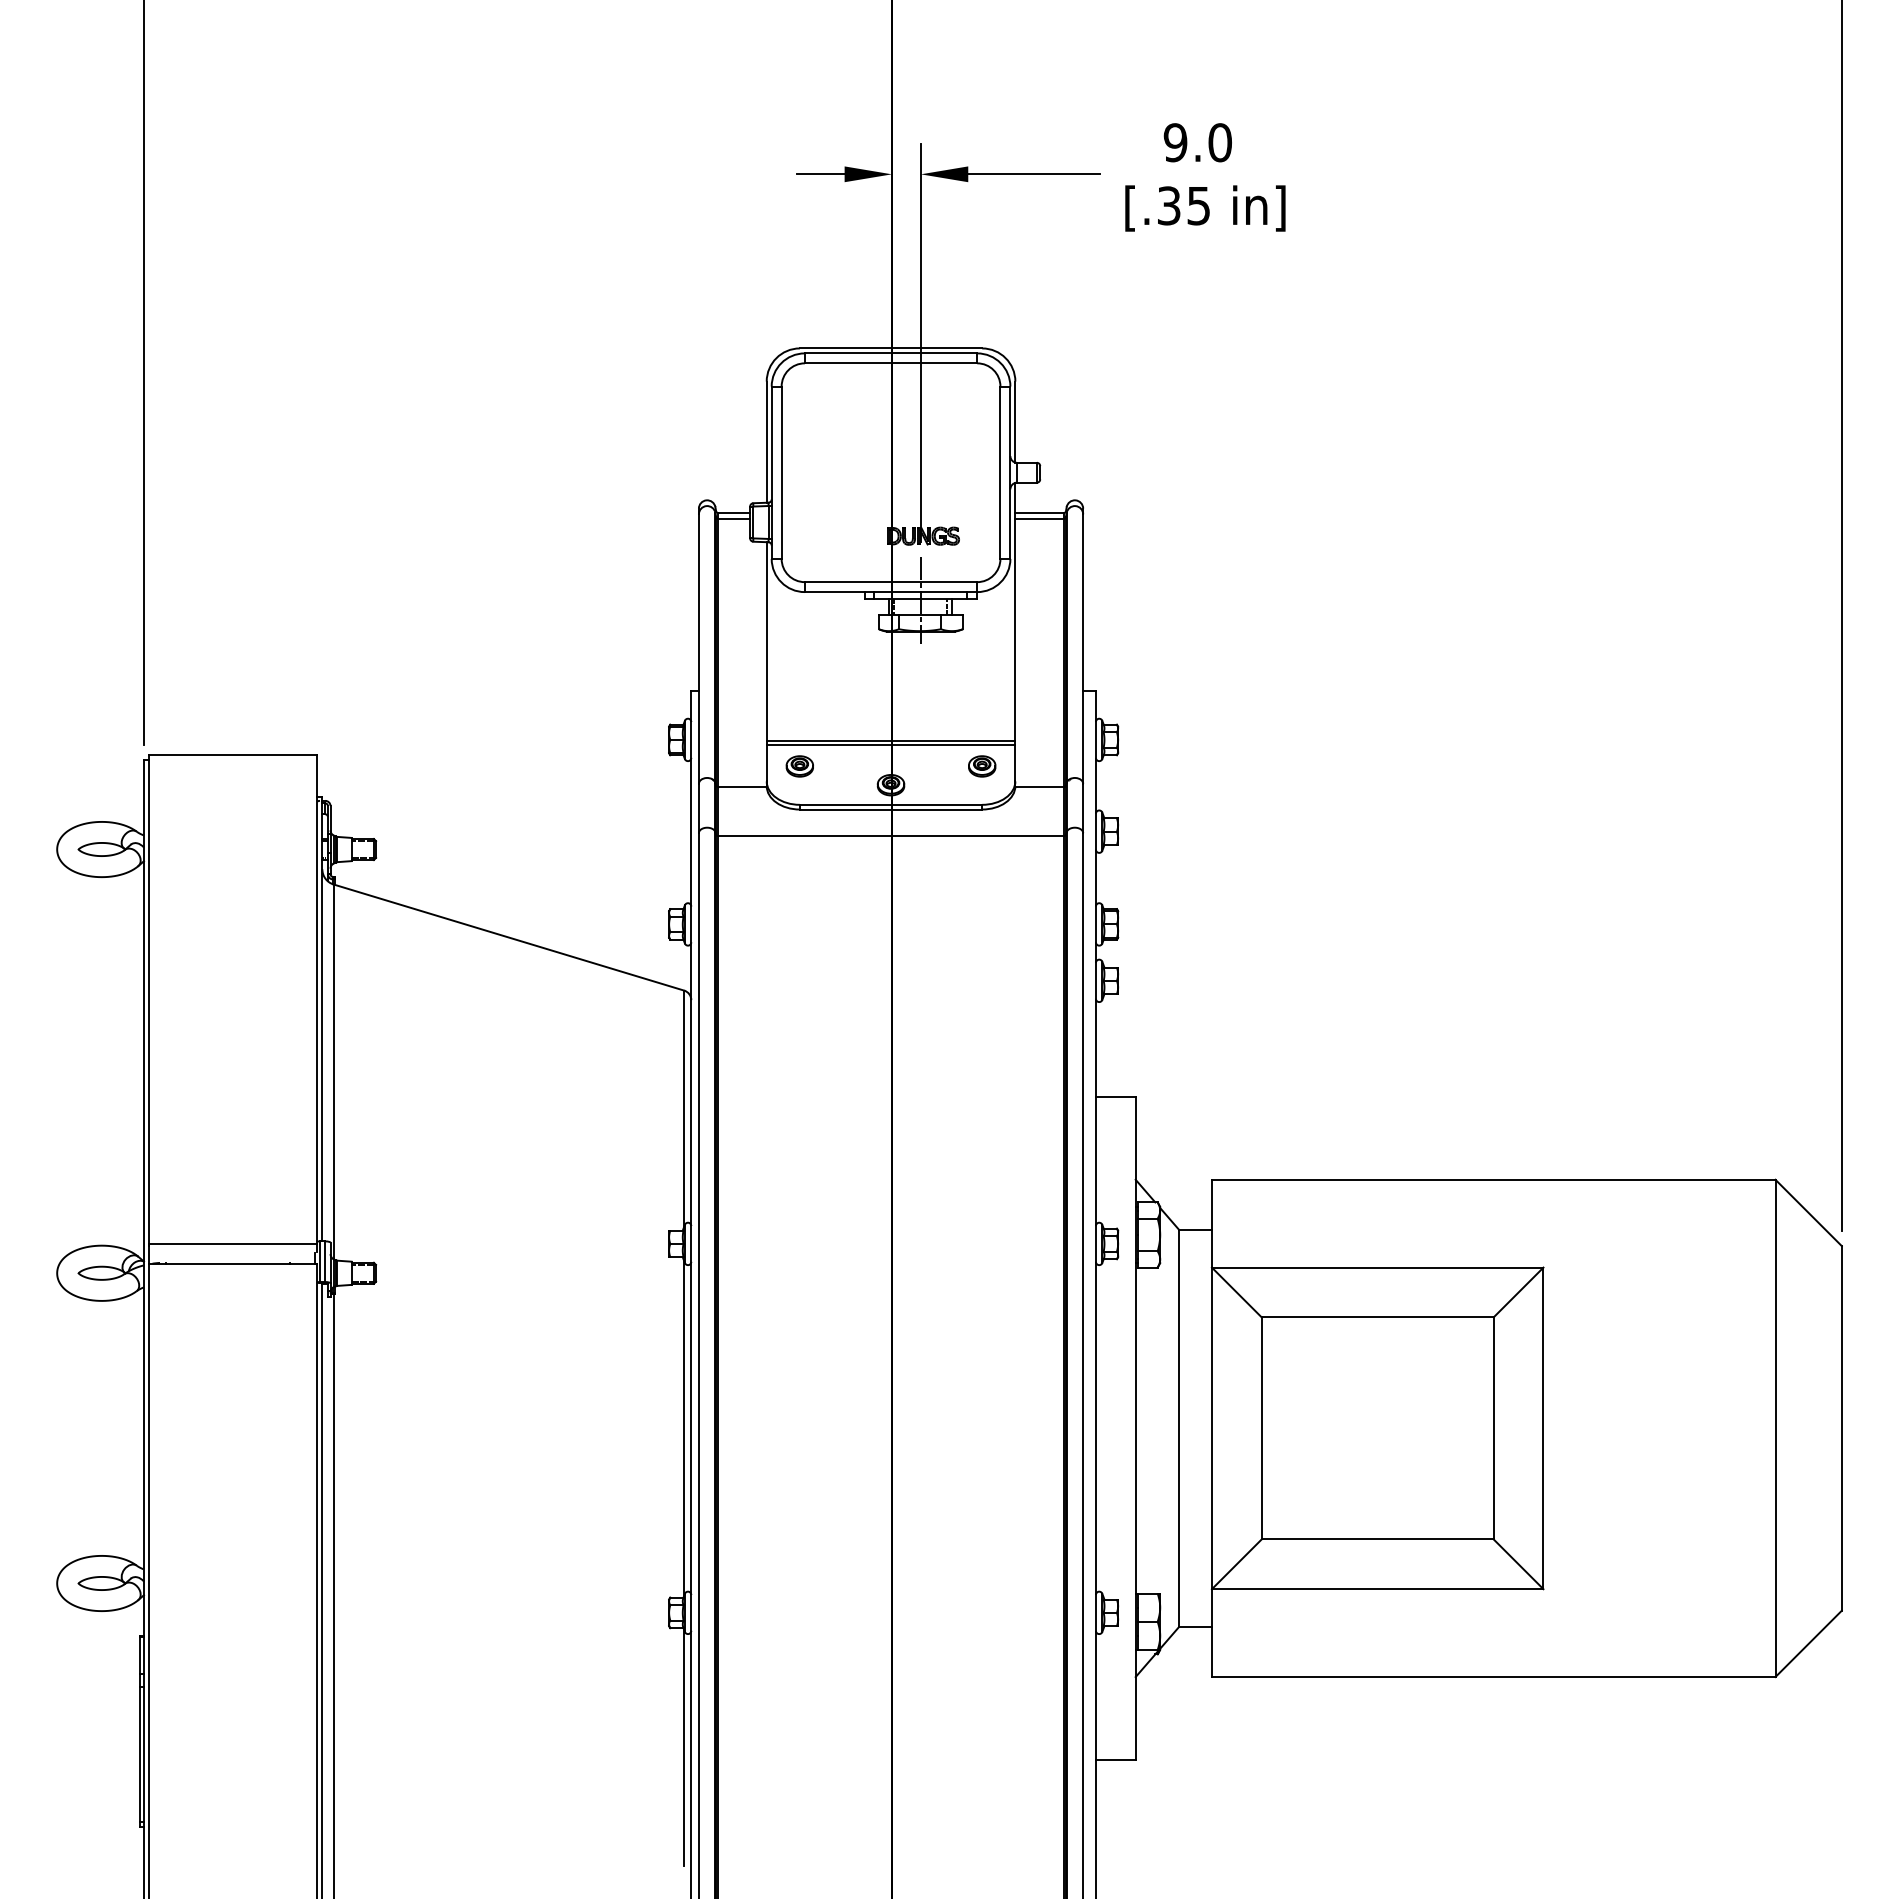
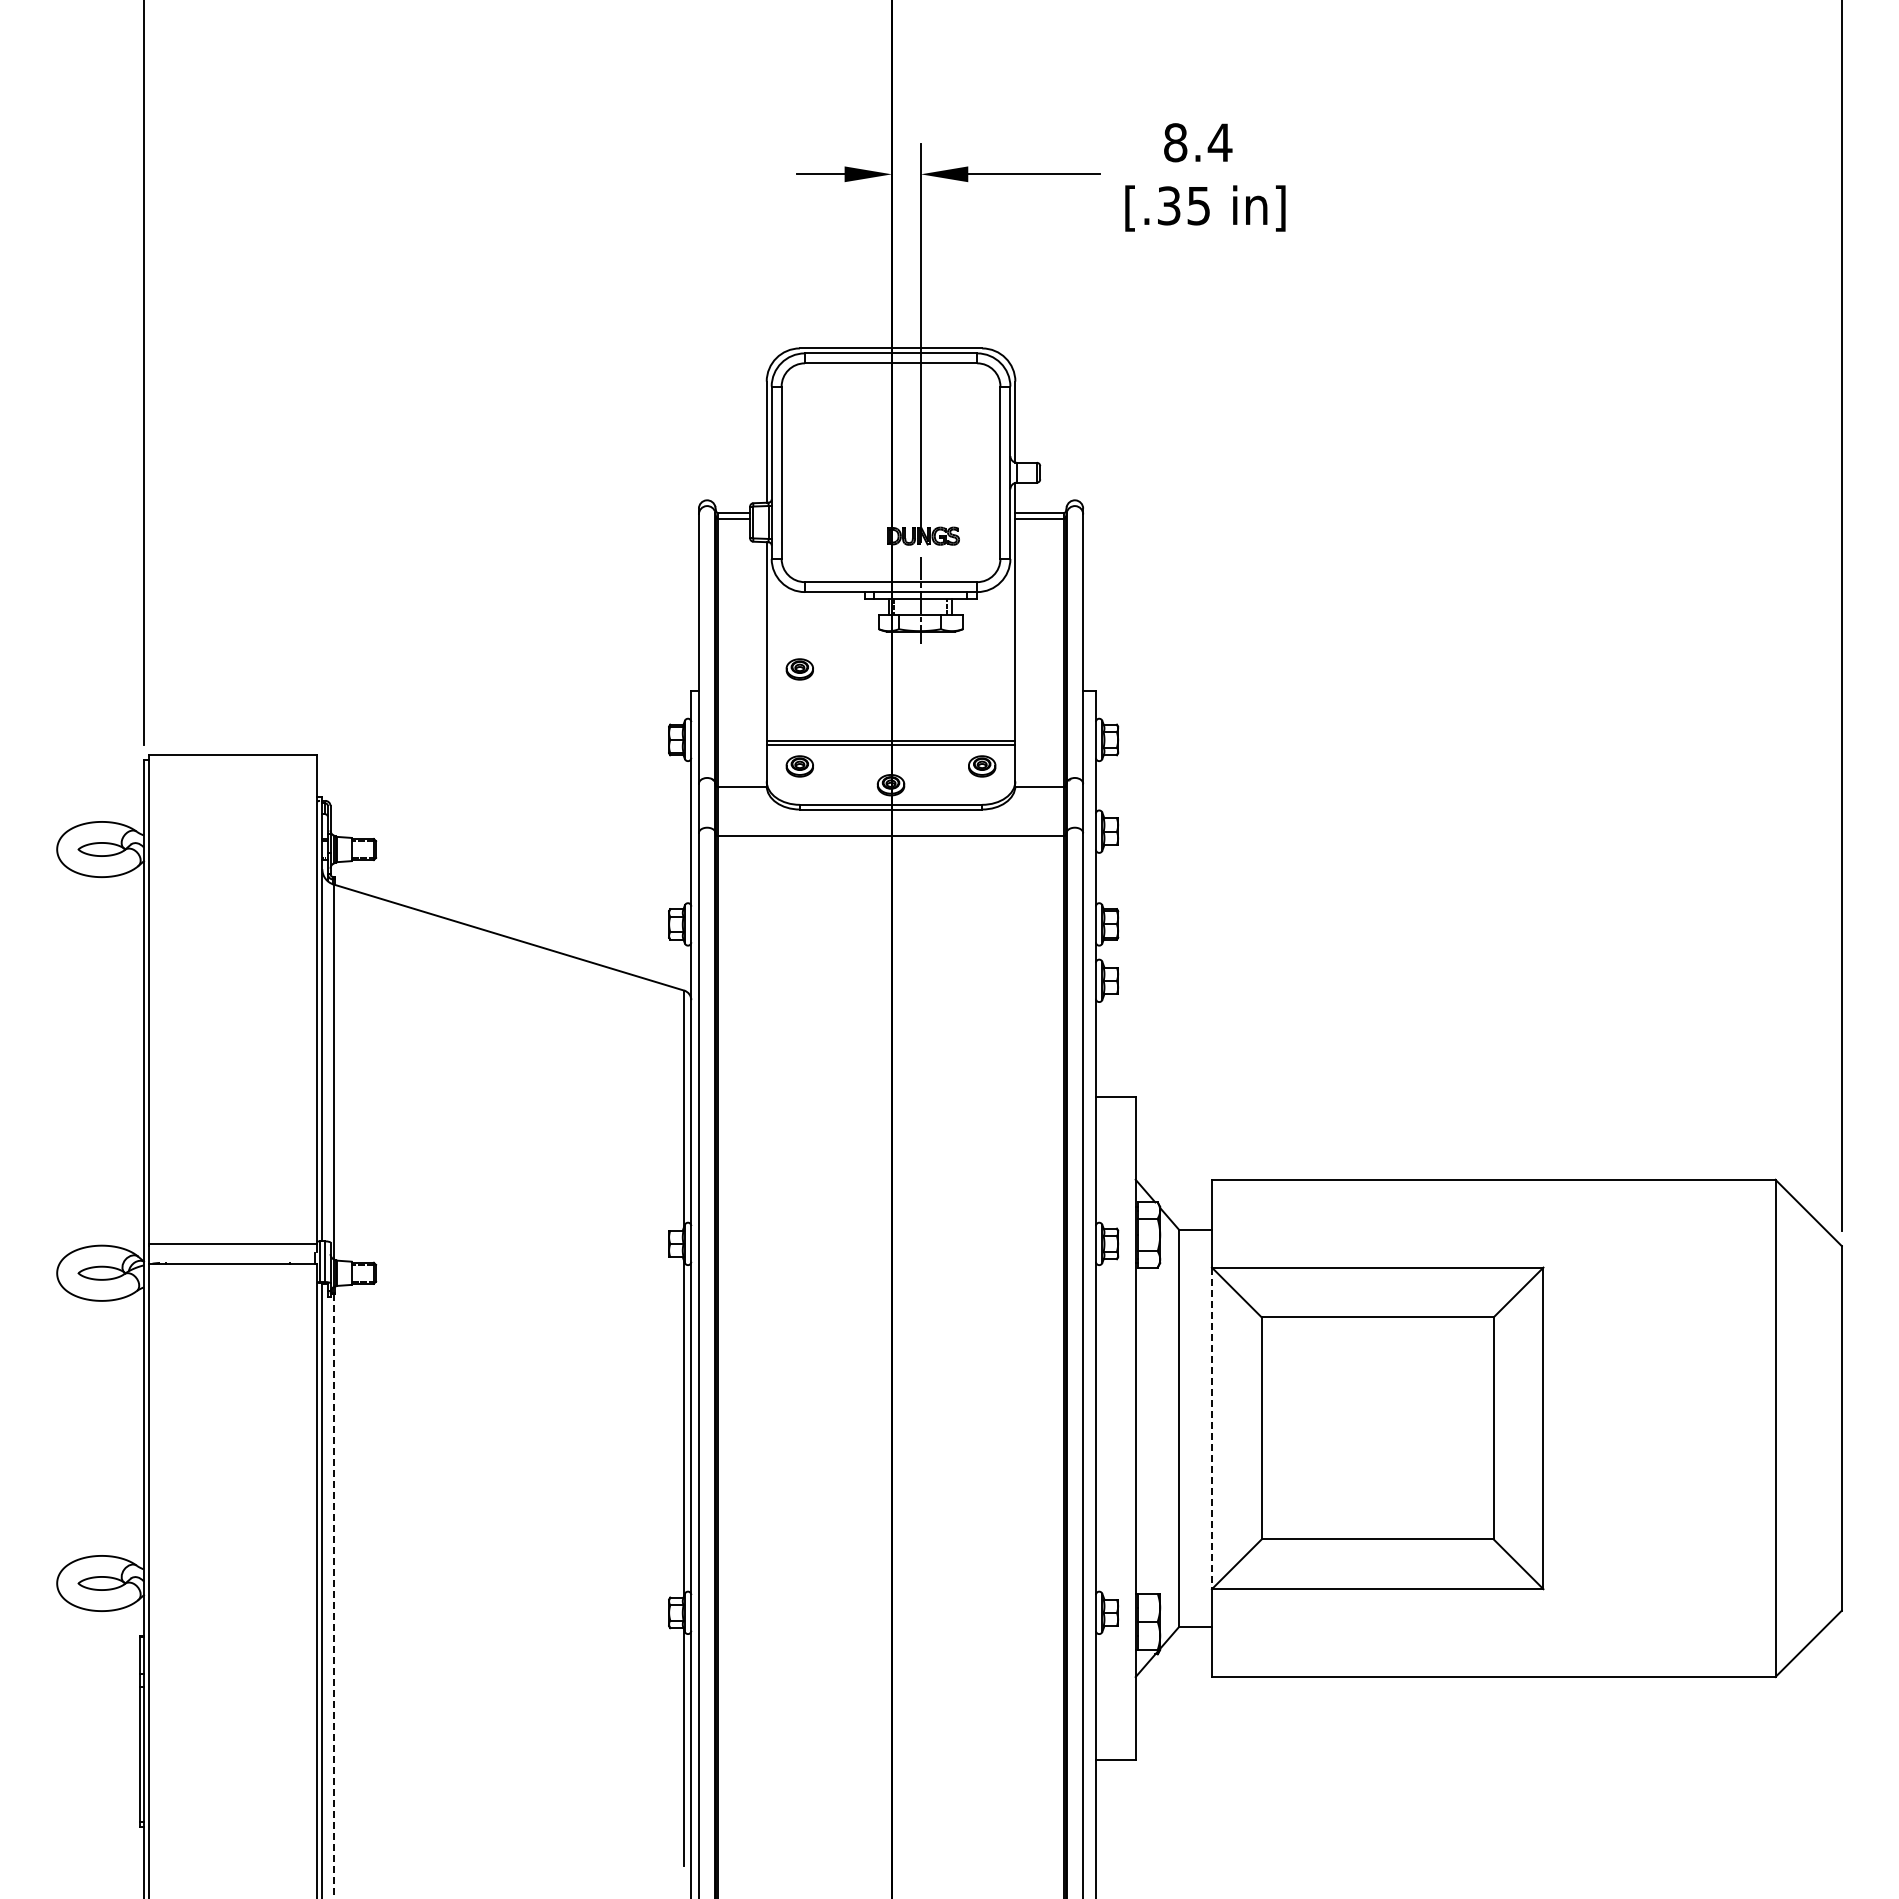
text at (1197, 142): 9.0 -> 8.4
part at (799, 669): none -> present
line at (1211, 1428): solid -> dashed
line at (333, 1596): solid -> dashed
